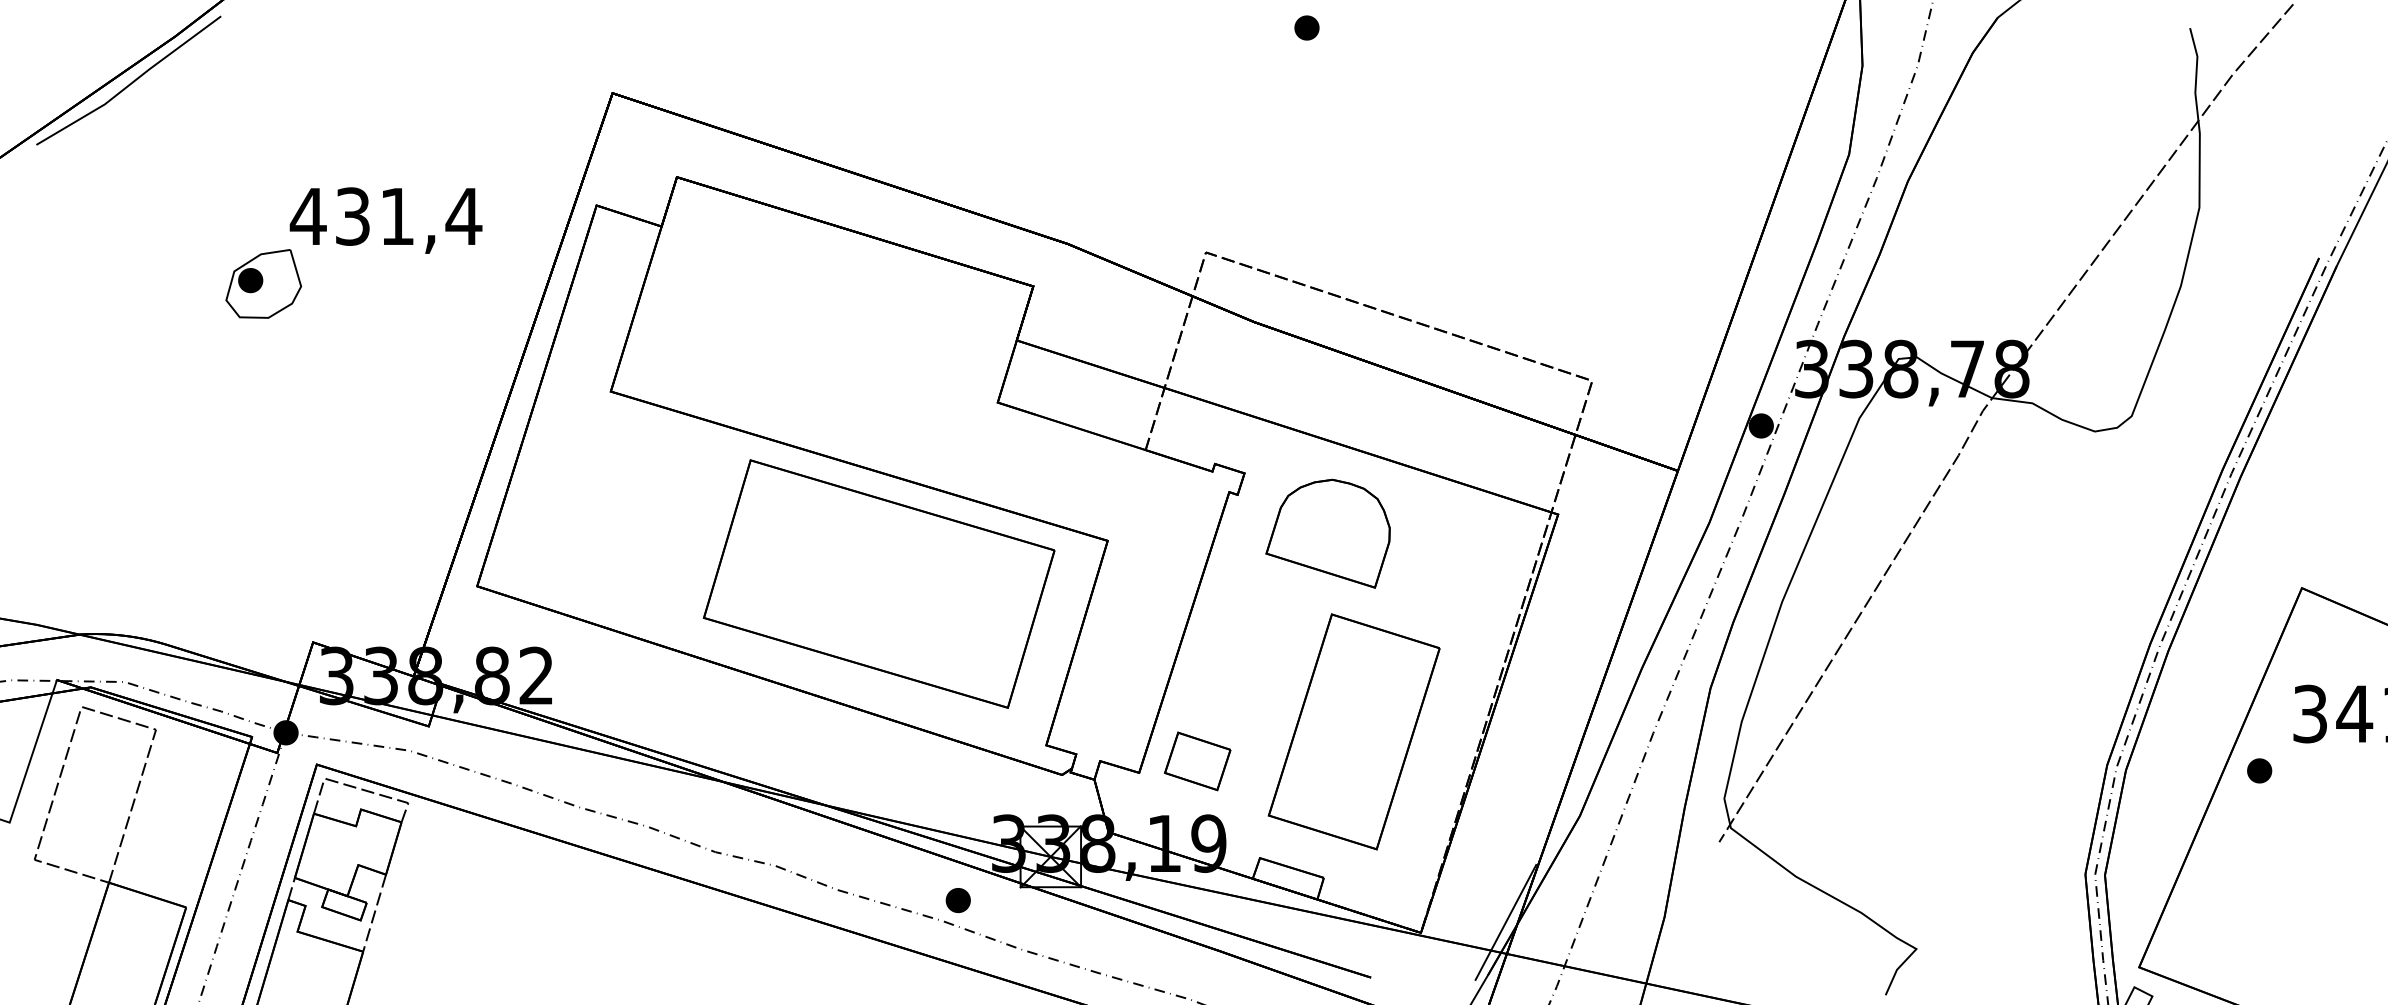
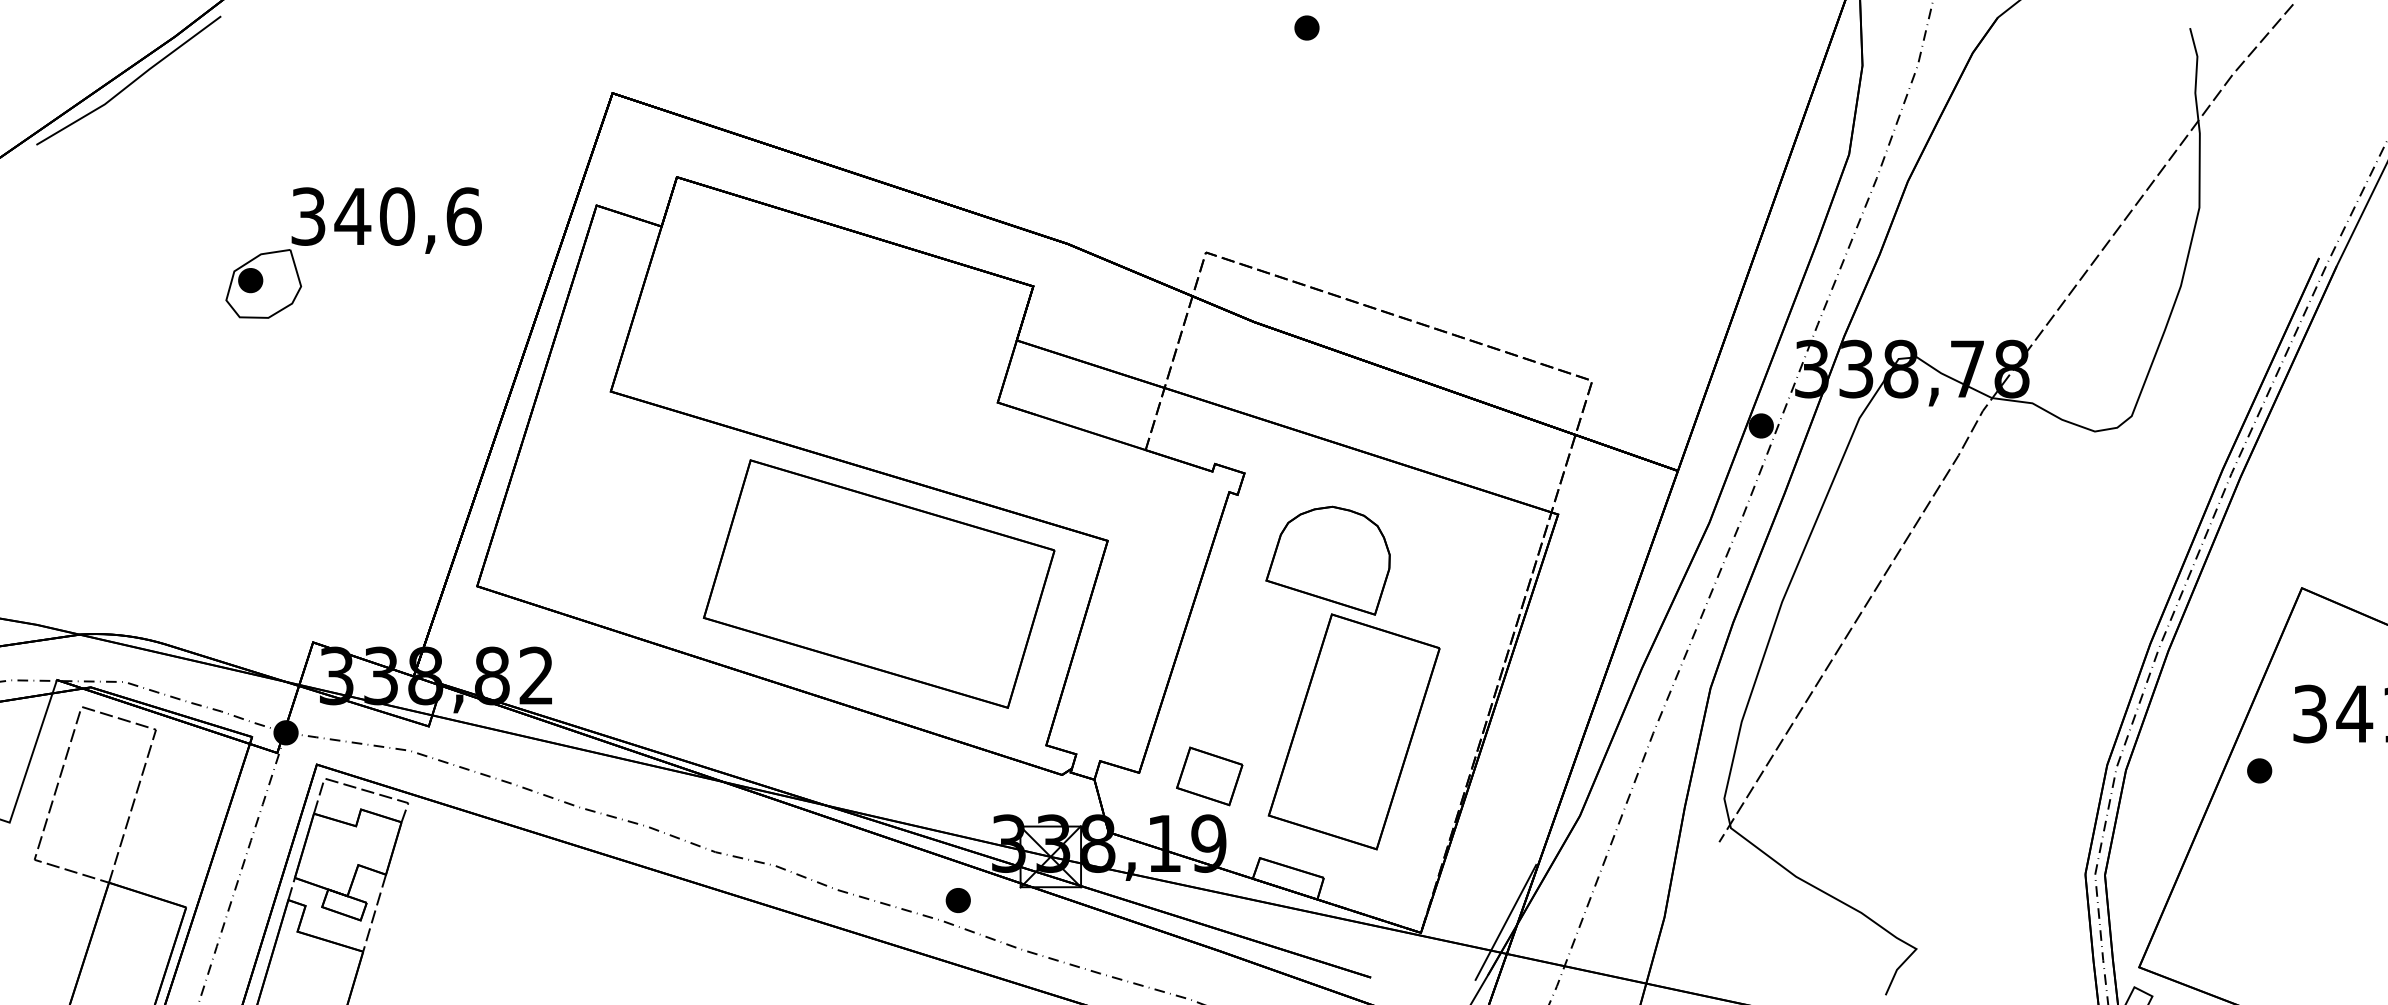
text at (385, 216): 431,4 -> 340,6
part at (1327, 533) position: (1327, 533) -> (1327, 560)
part at (1197, 761) position: (1197, 761) -> (1209, 776)
